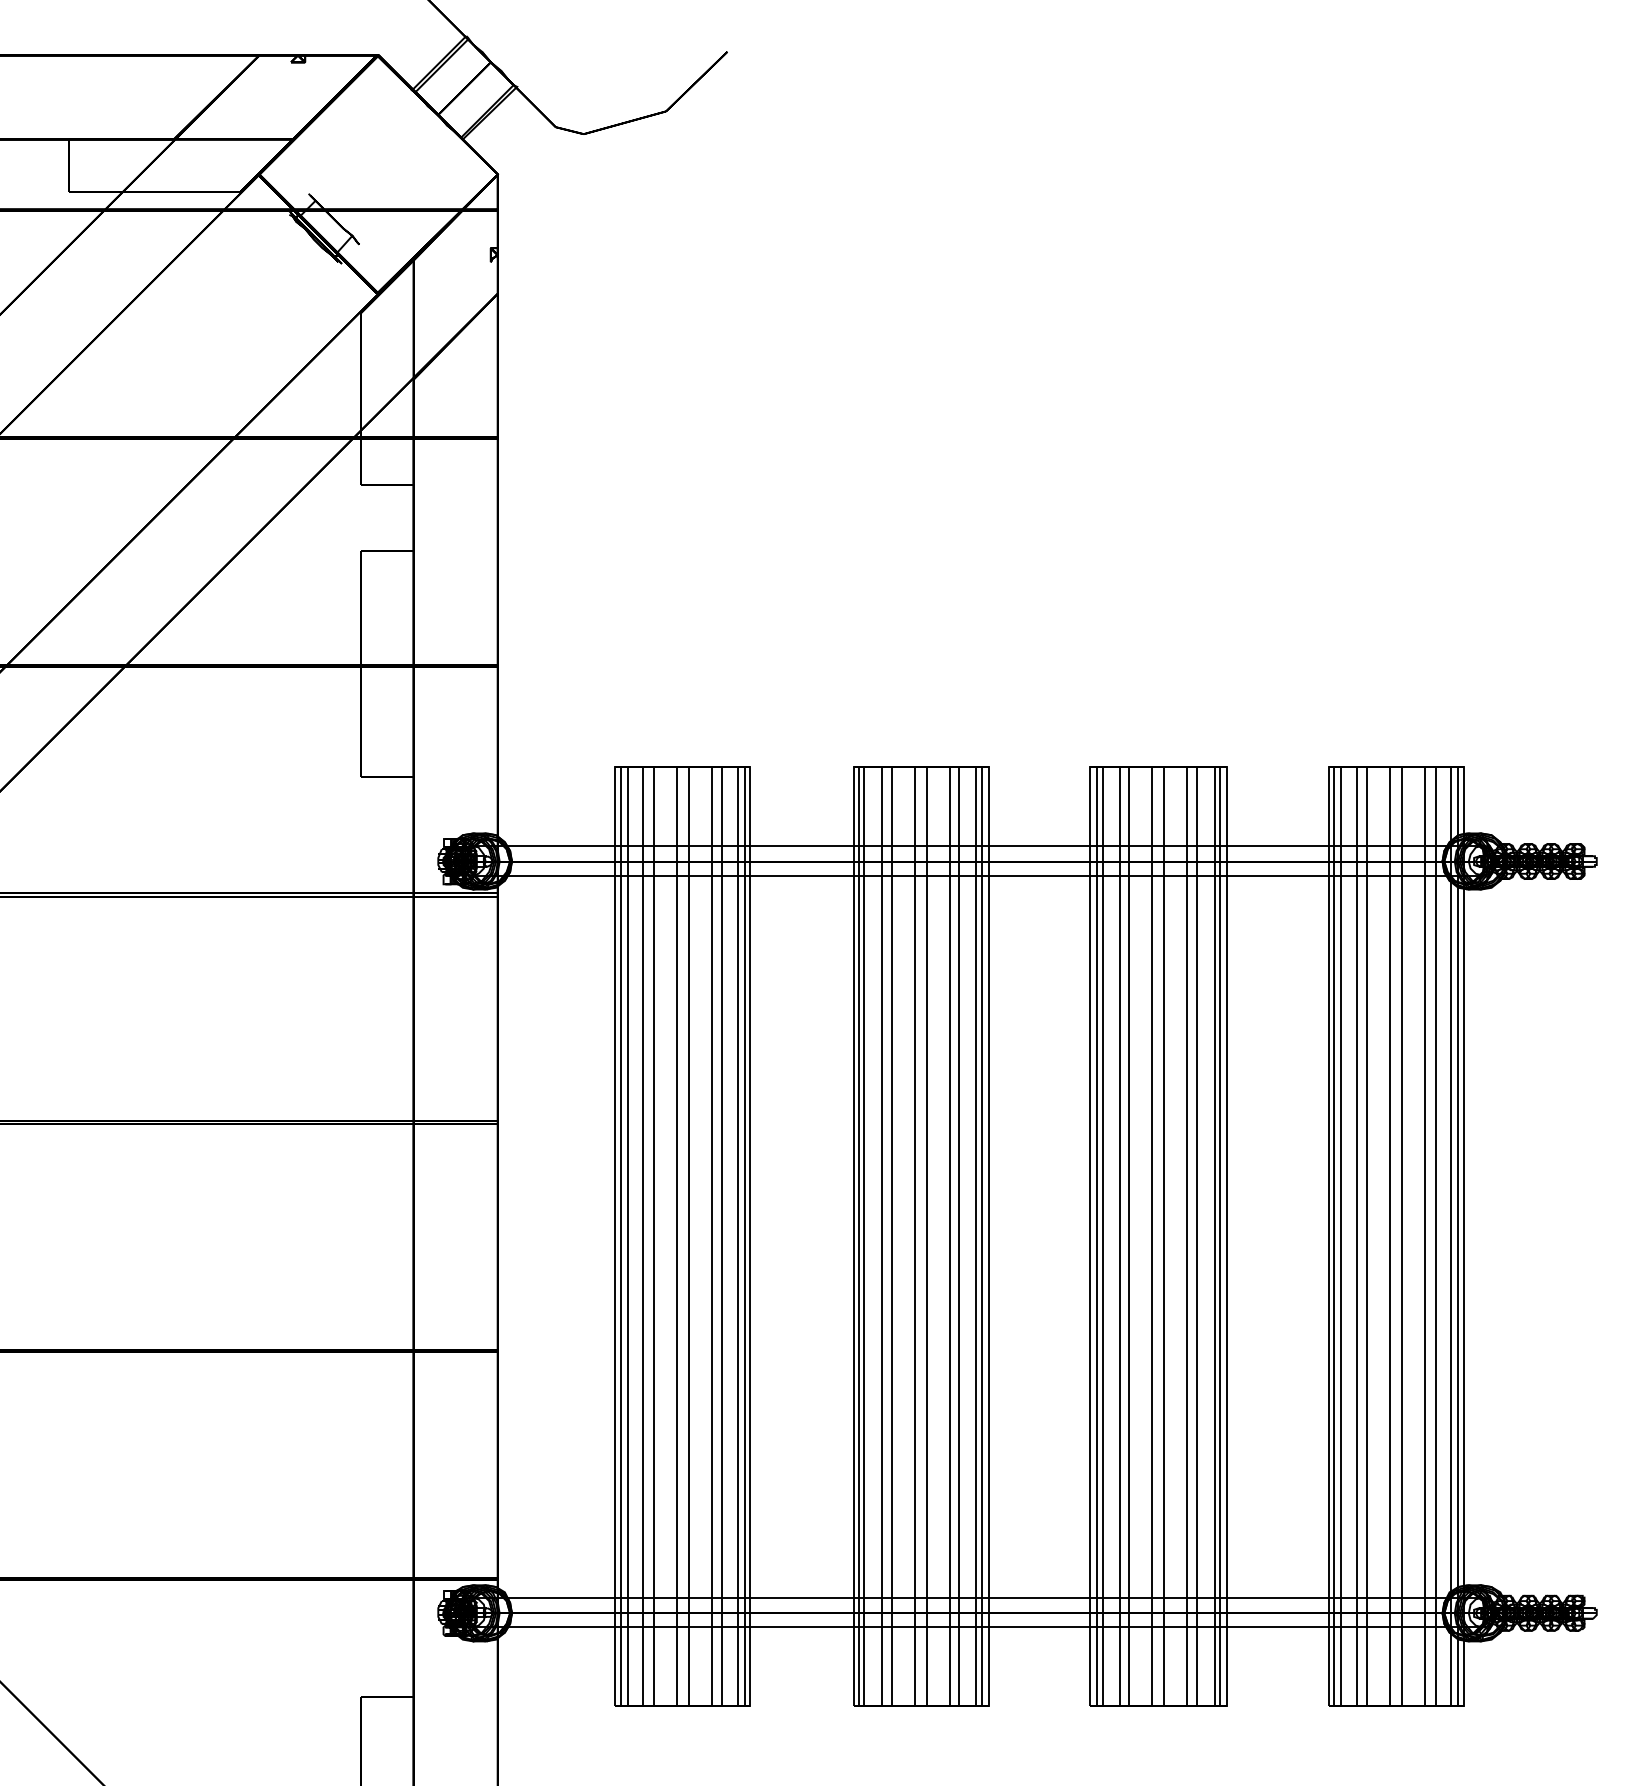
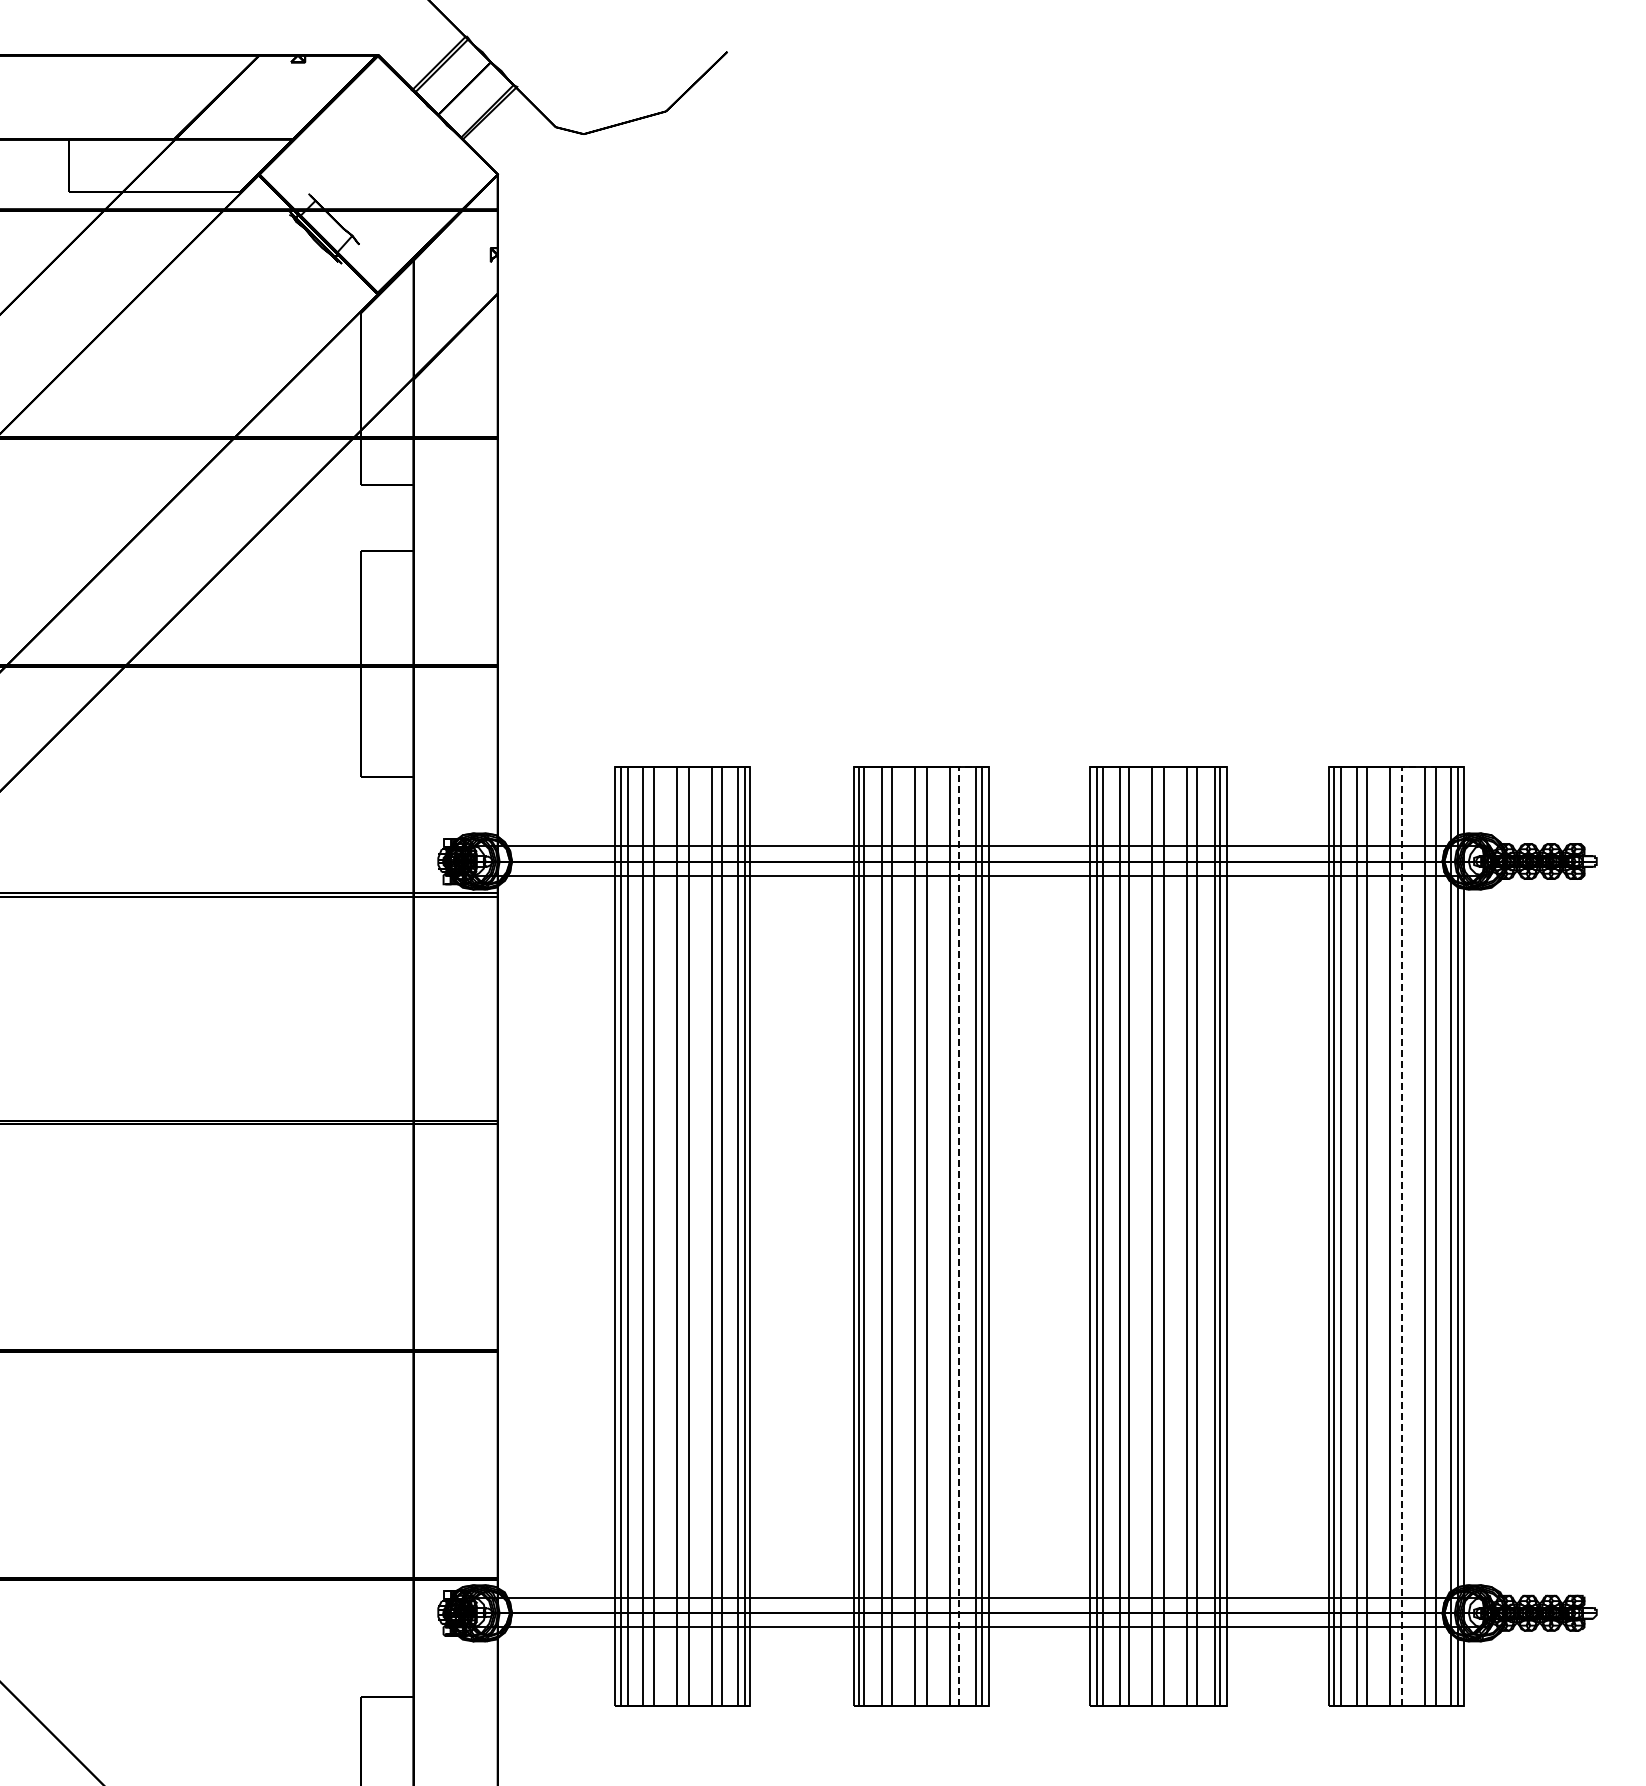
line at (1402, 1218): solid -> dashed
line at (958, 1224): solid -> dashed
